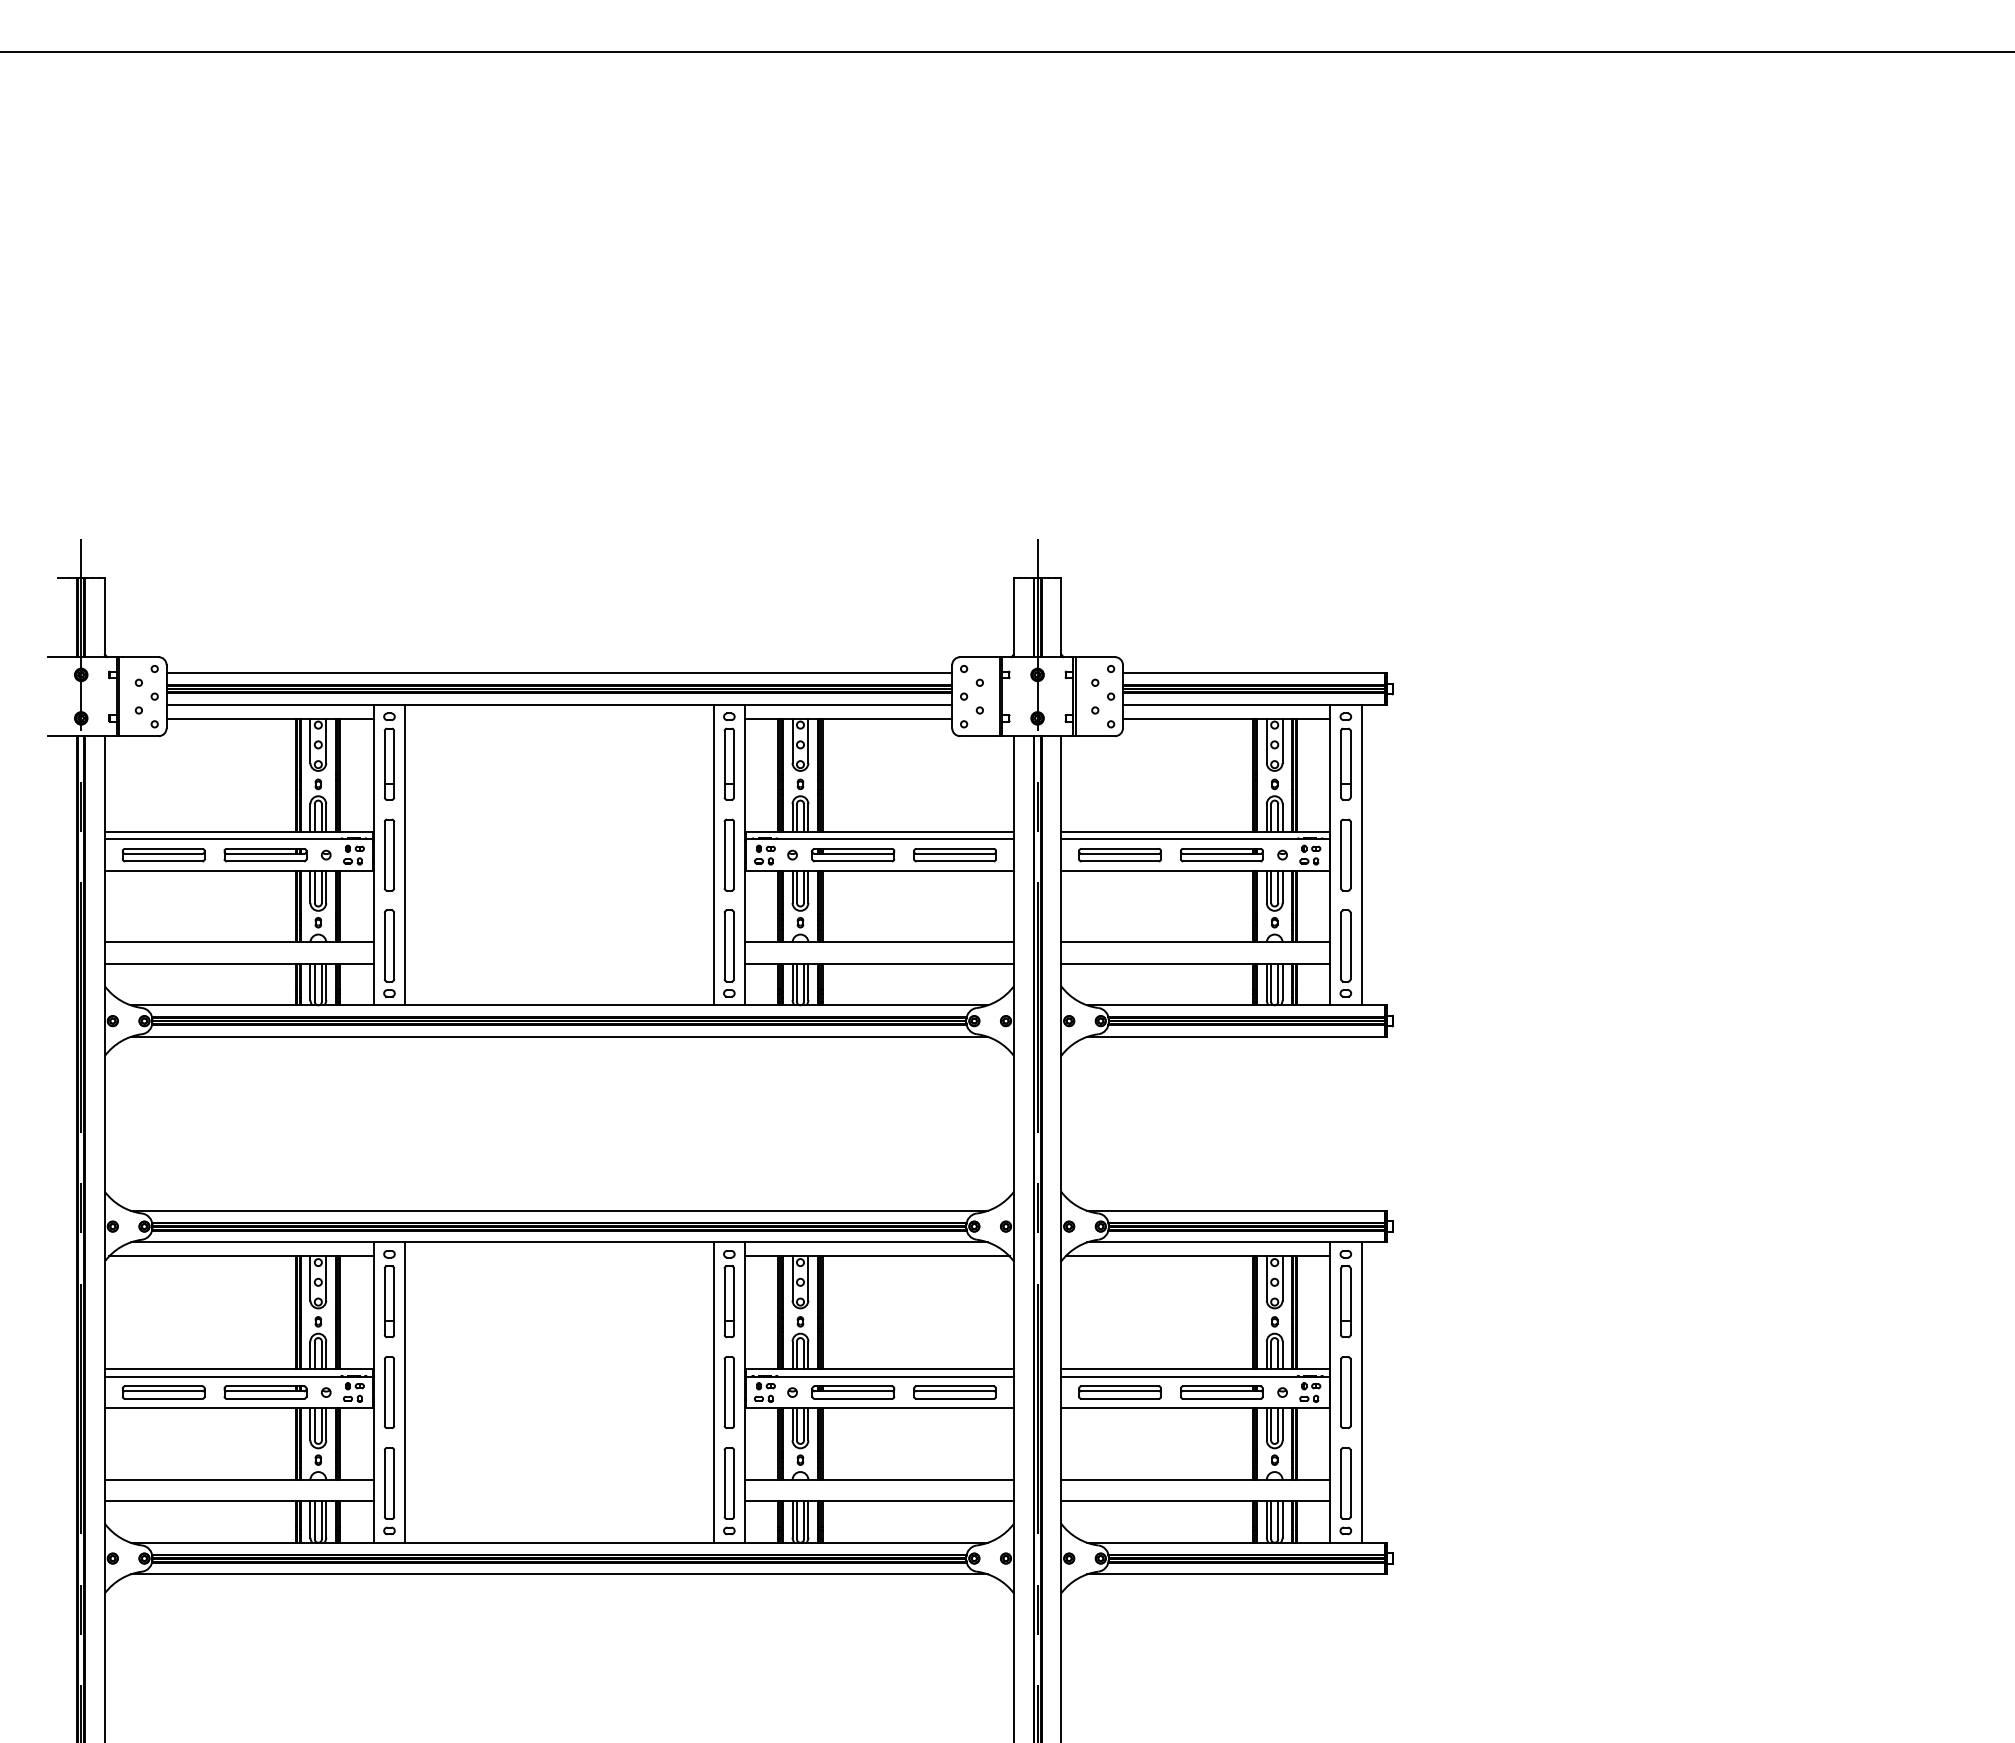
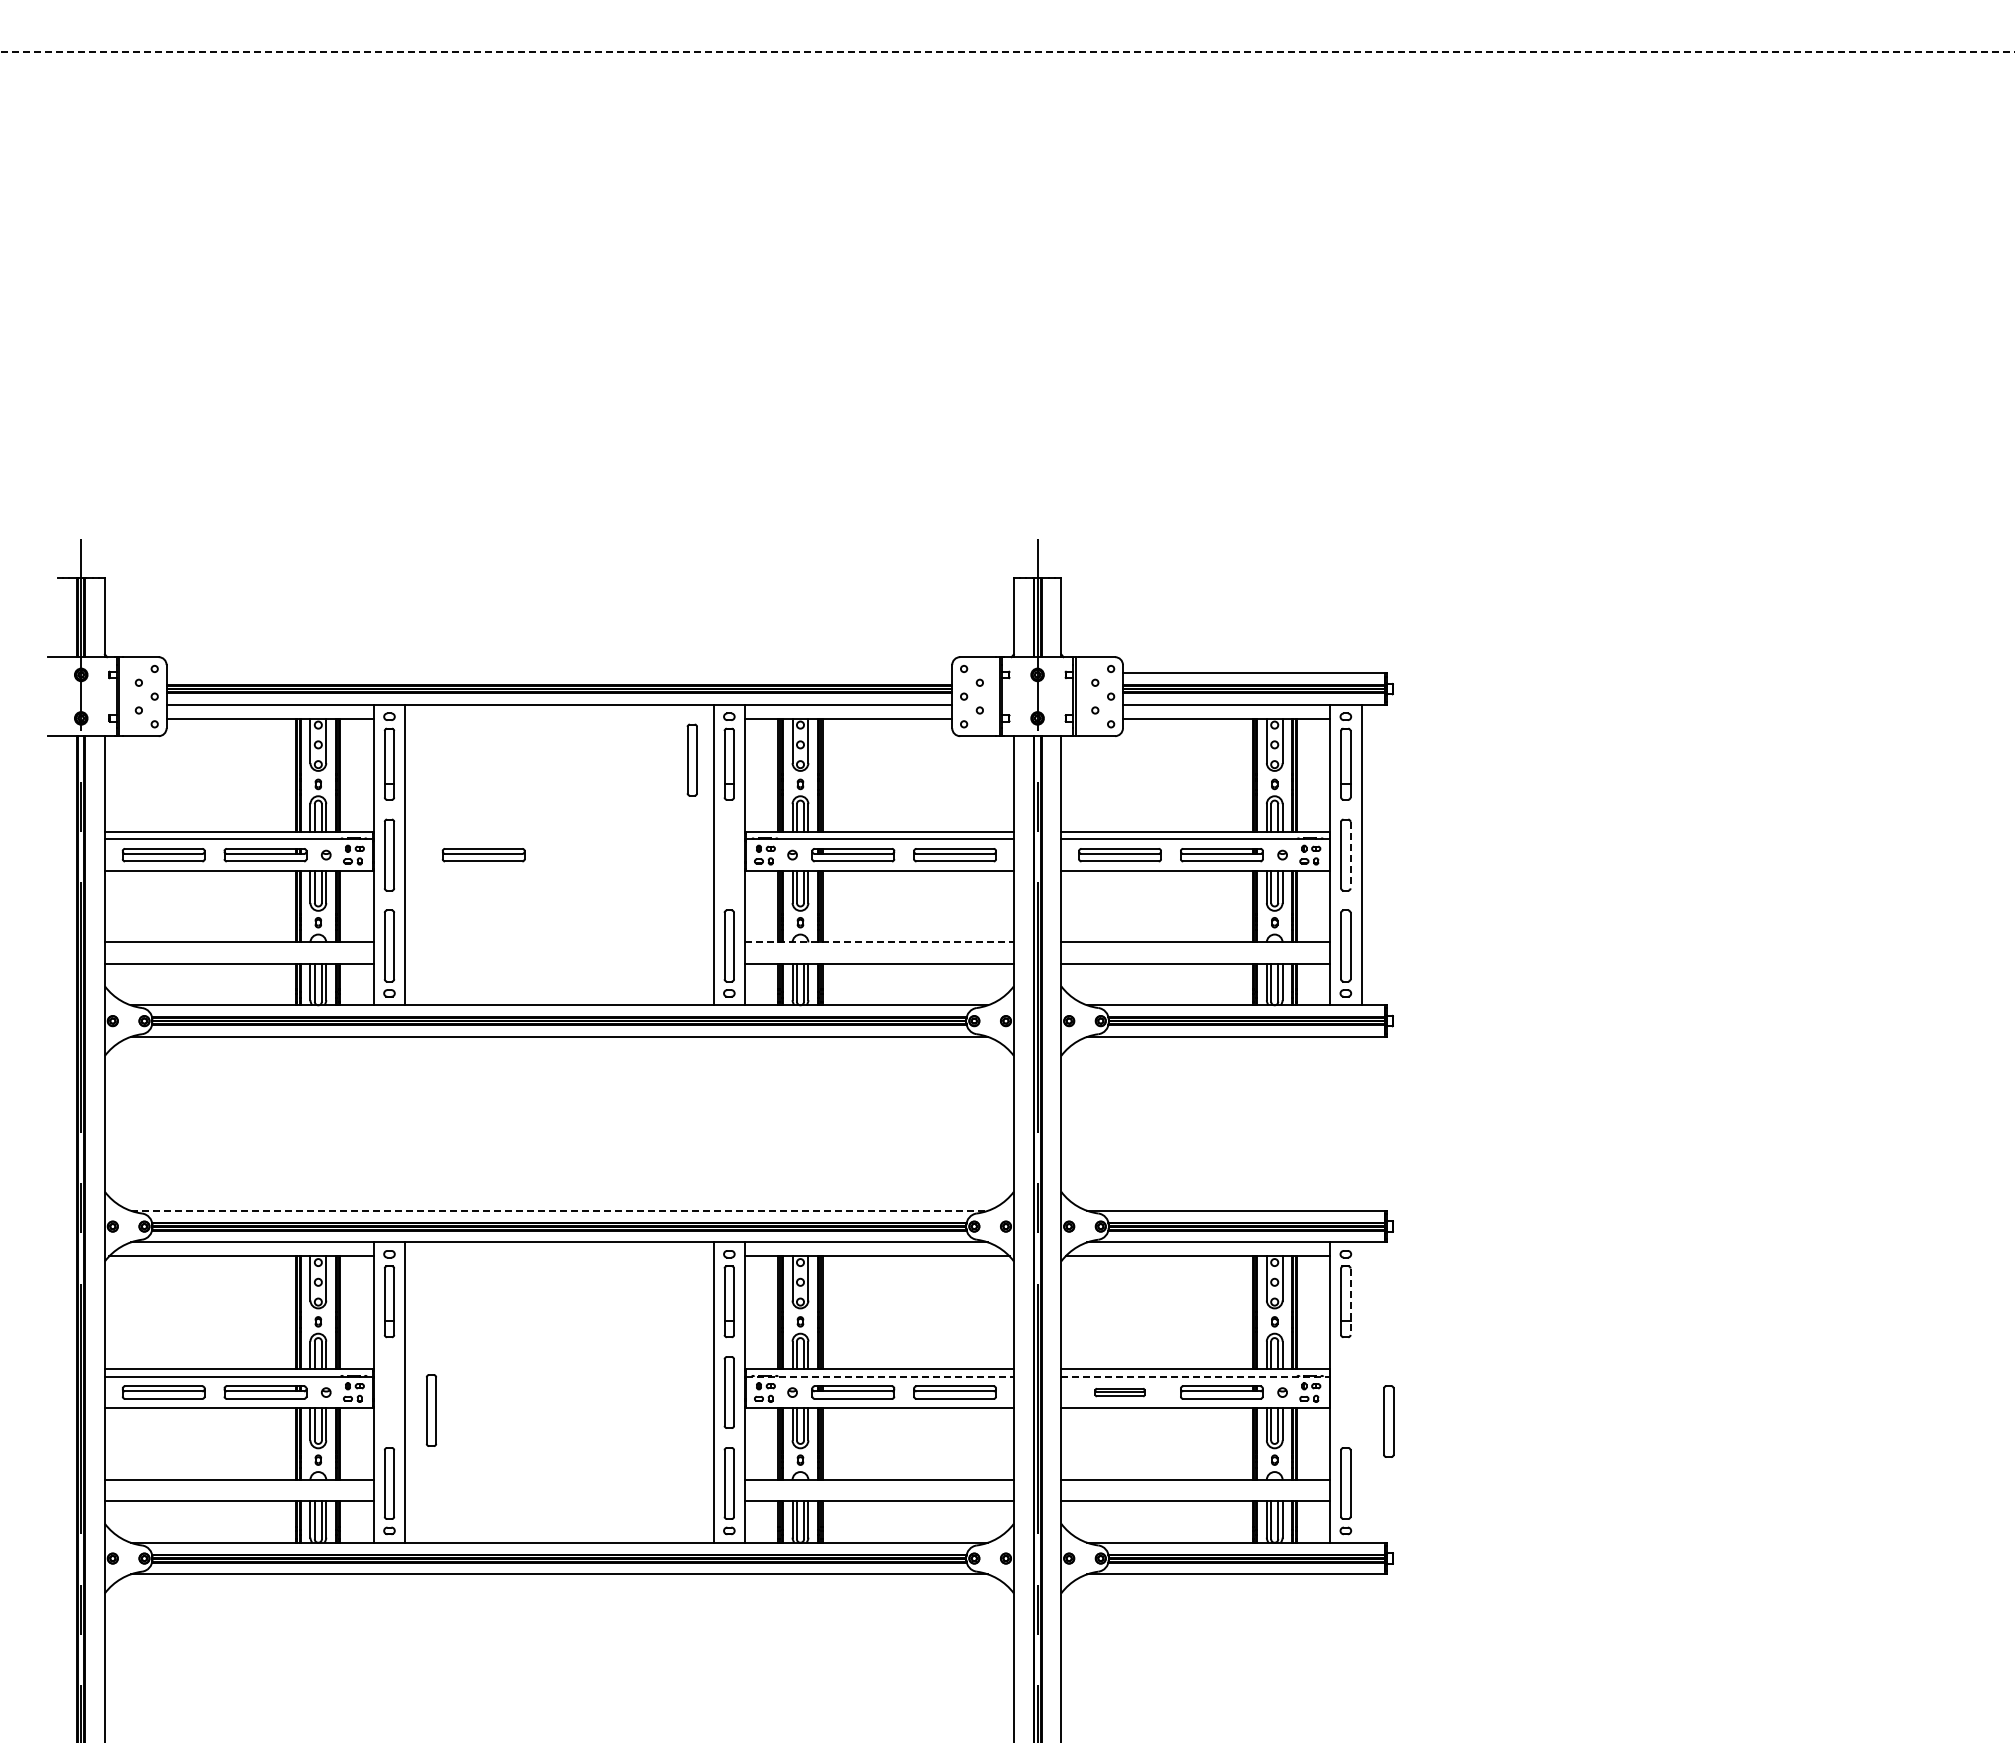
line at (1007, 52): solid -> dashed
line at (559, 673): present -> none
part at (728, 854) position: (728, 854) -> (691, 759)
part at (483, 855): none -> present
line at (1350, 855): solid -> dashed
line at (880, 942): solid -> dashed
line at (559, 1210): solid -> dashed
line at (1350, 1302): solid -> dashed
line at (880, 1376): solid -> dashed
line at (1195, 1376): solid -> dashed
part at (388, 1392) position: (388, 1392) -> (430, 1410)
part at (1119, 1392) size: 84x15 px -> 52x10 px
part at (1345, 1392) position: (1345, 1392) -> (1388, 1421)
line at (1361, 1392): present -> none
